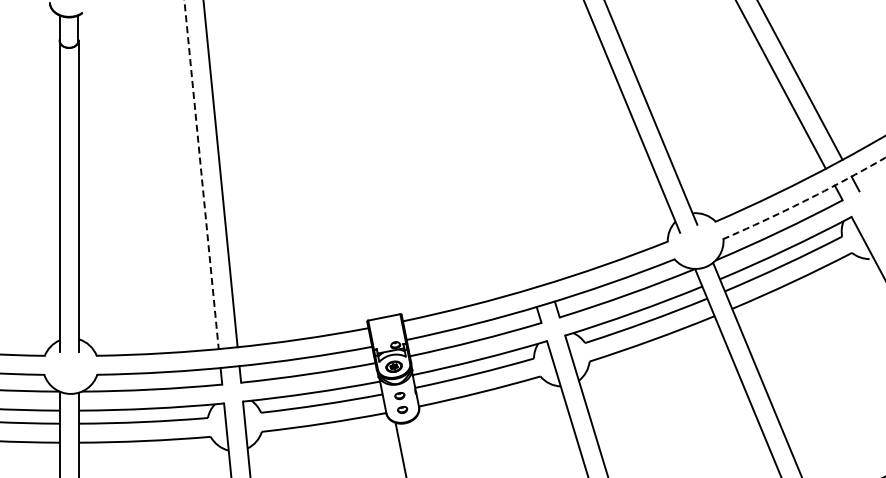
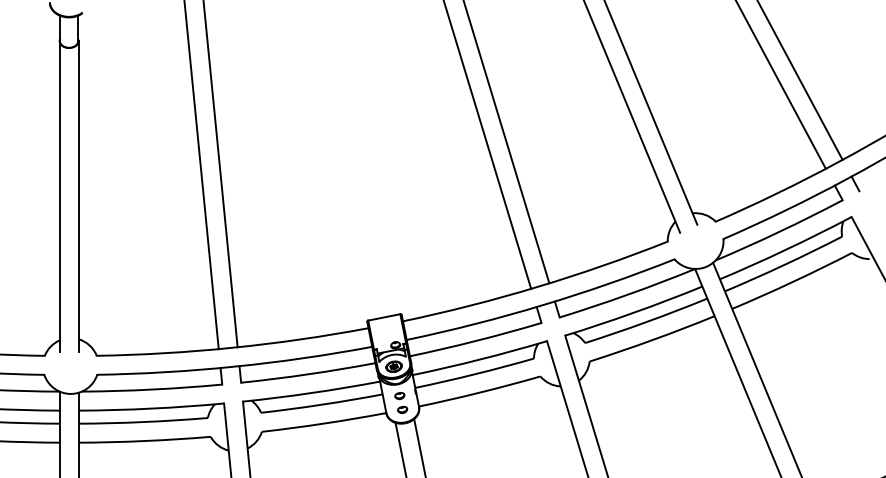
line at (506, 142): none -> present
line at (487, 145): none -> present
line at (201, 175): dashed -> solid
arc at (806, 200): dashed -> solid
line at (419, 446): none -> present
